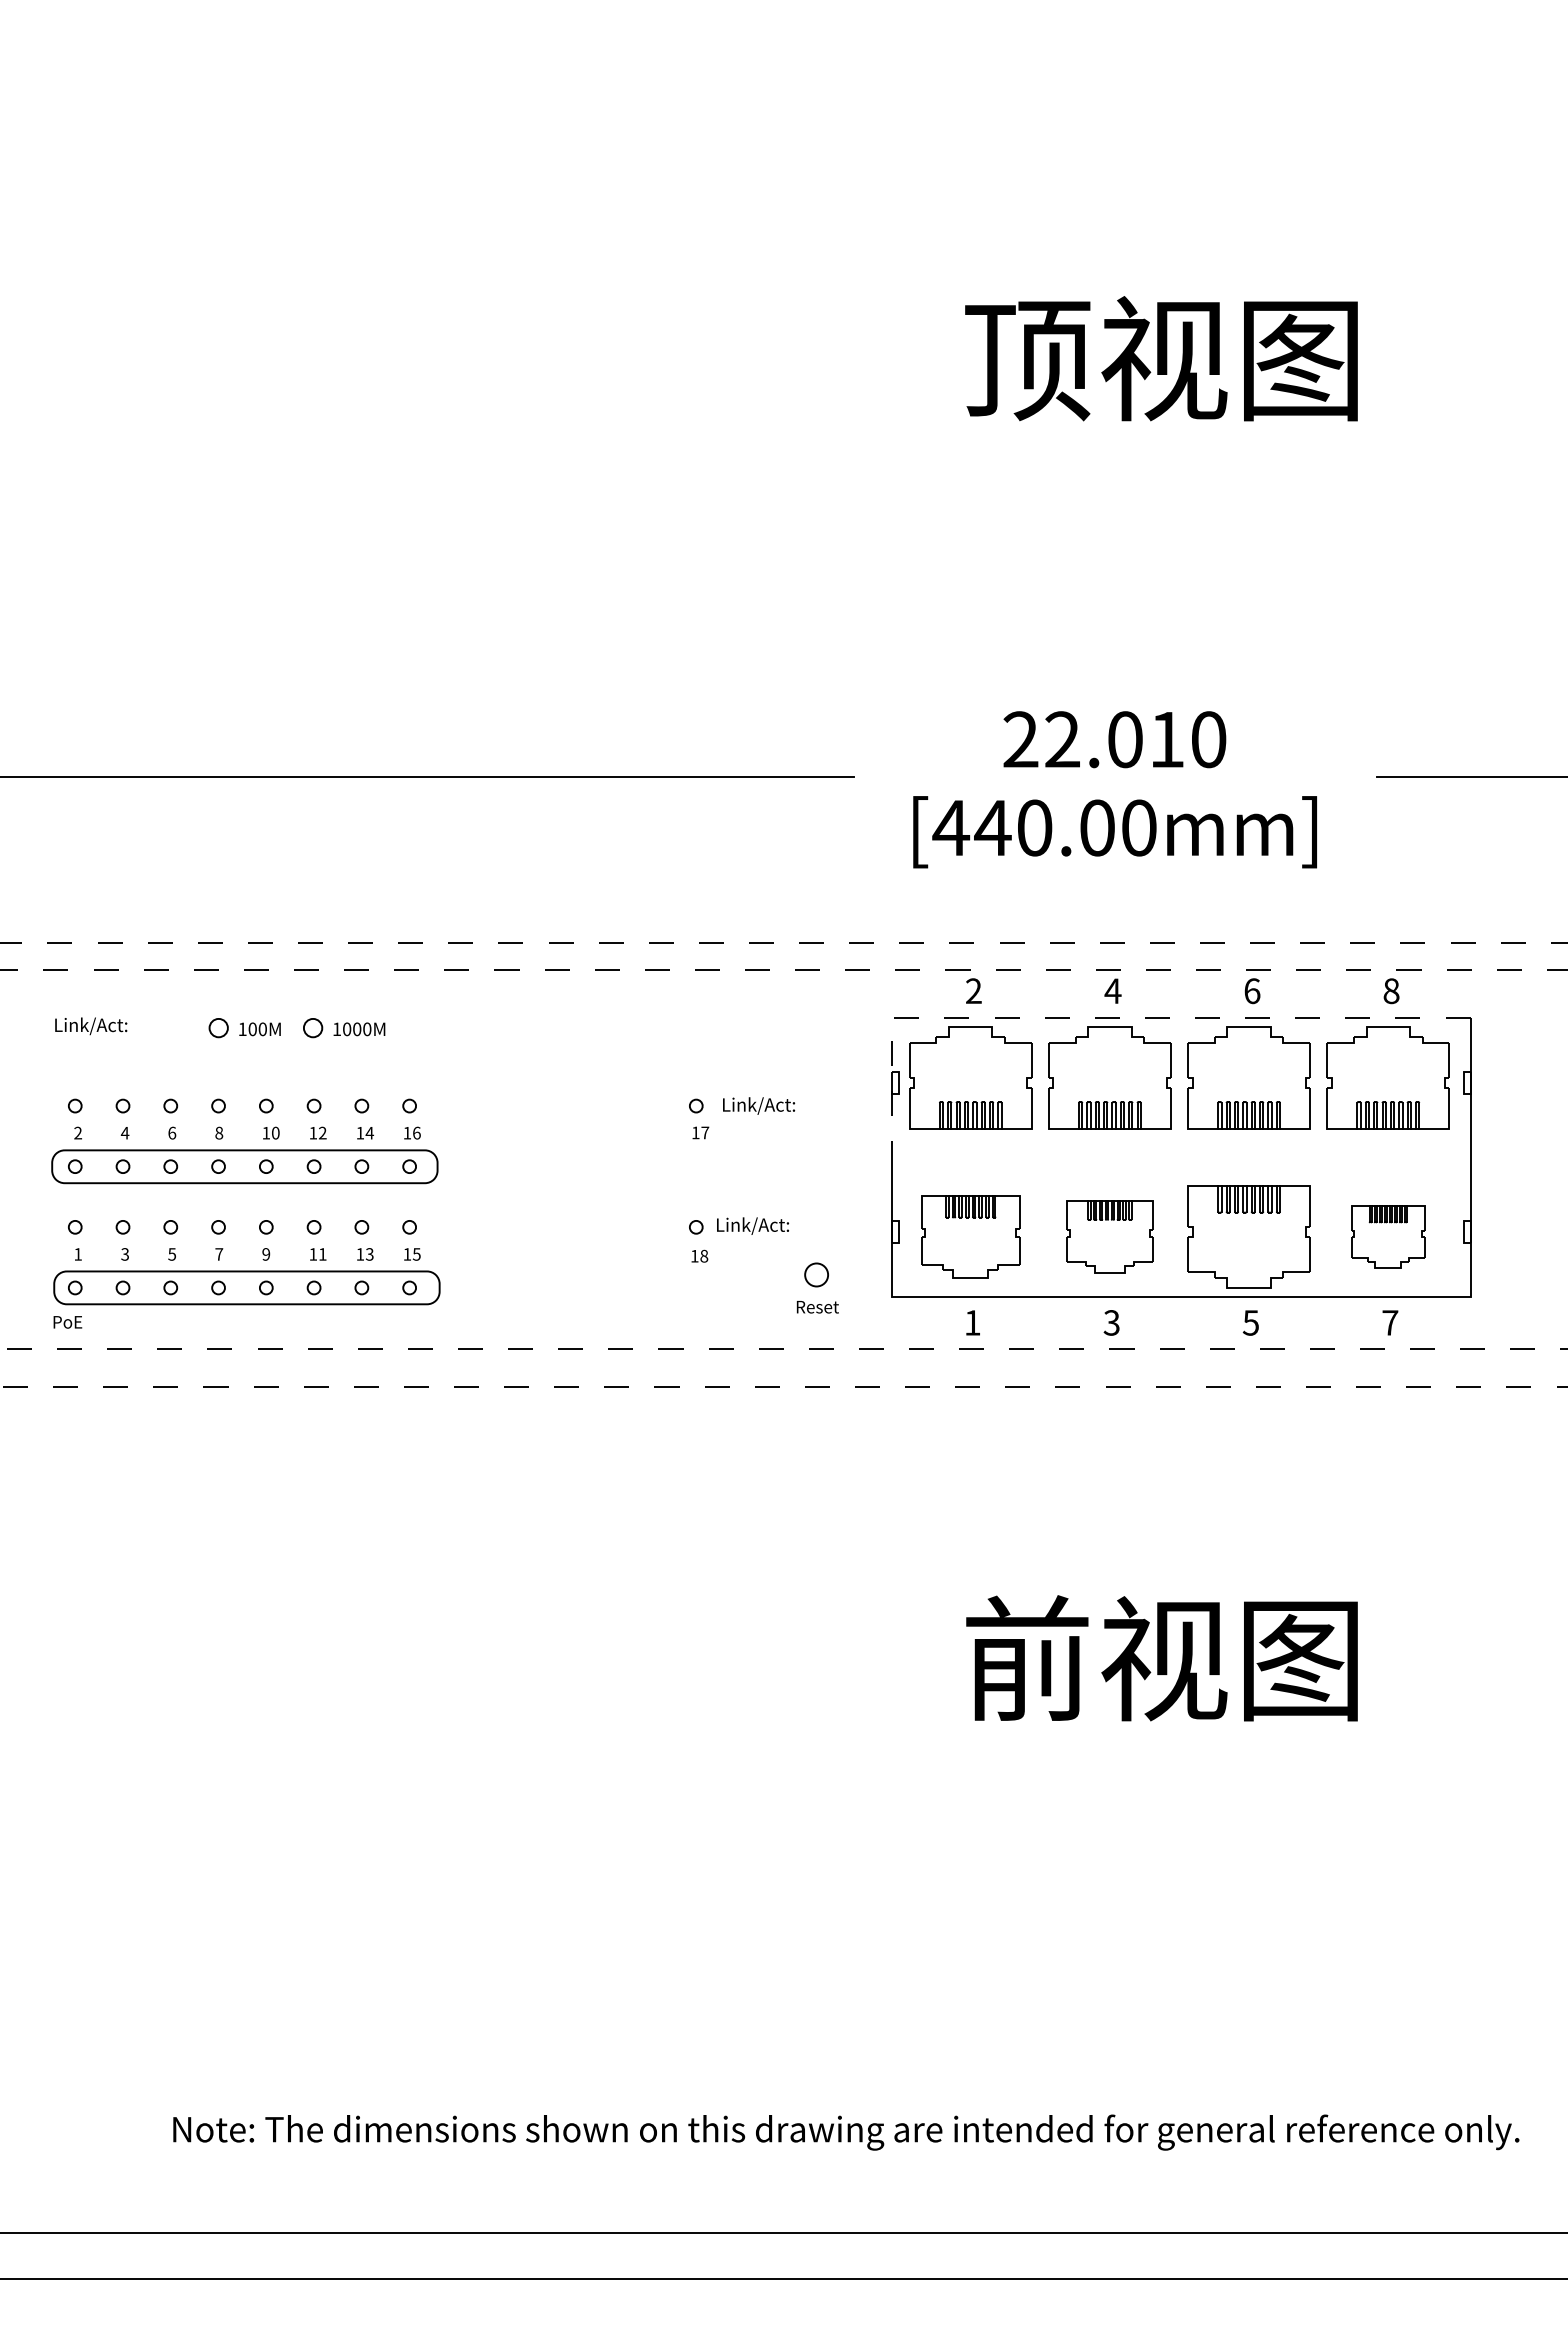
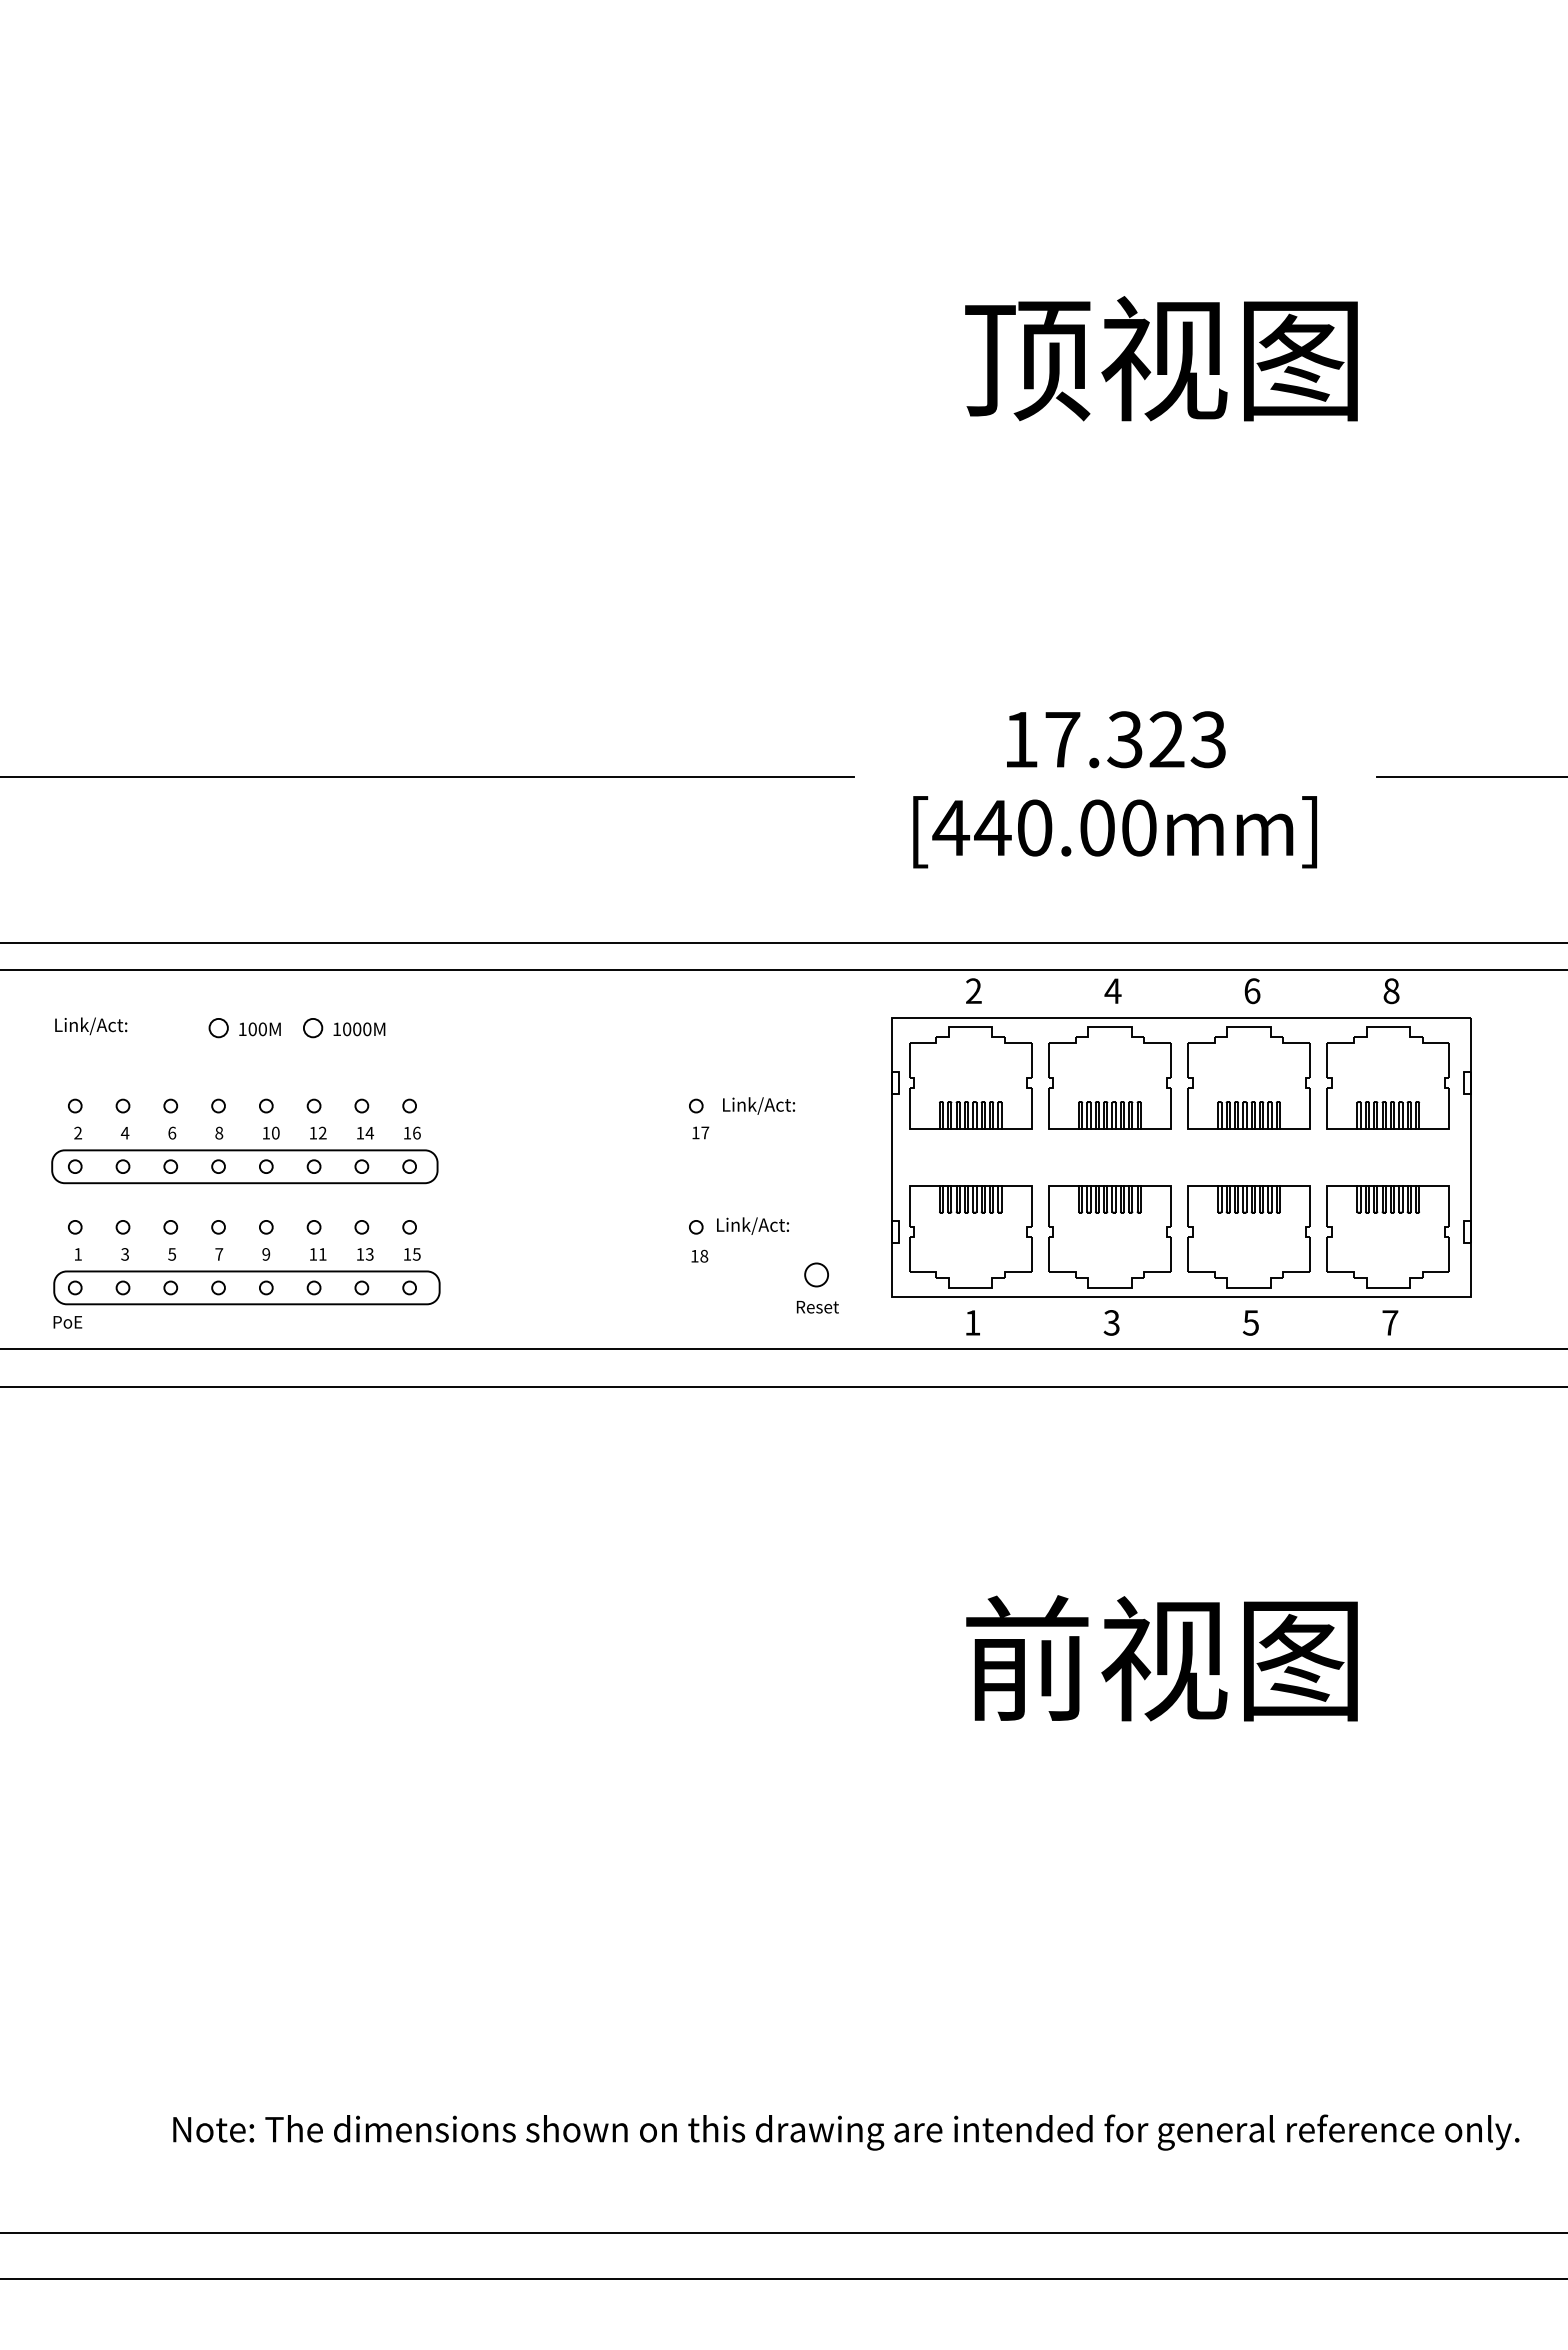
text at (1114, 739): 22.010 -> 17.323
line at (784, 942): dashed -> solid
line at (784, 970): dashed -> solid
line at (1110, 1017): dashed -> solid
part at (970, 1236) size: 100x84 px -> 124x104 px
part at (1109, 1236) size: 88x74 px -> 124x104 px
part at (1388, 1236) size: 75x64 px -> 124x104 px
line at (783, 1349): dashed -> solid
line at (783, 1386): dashed -> solid
